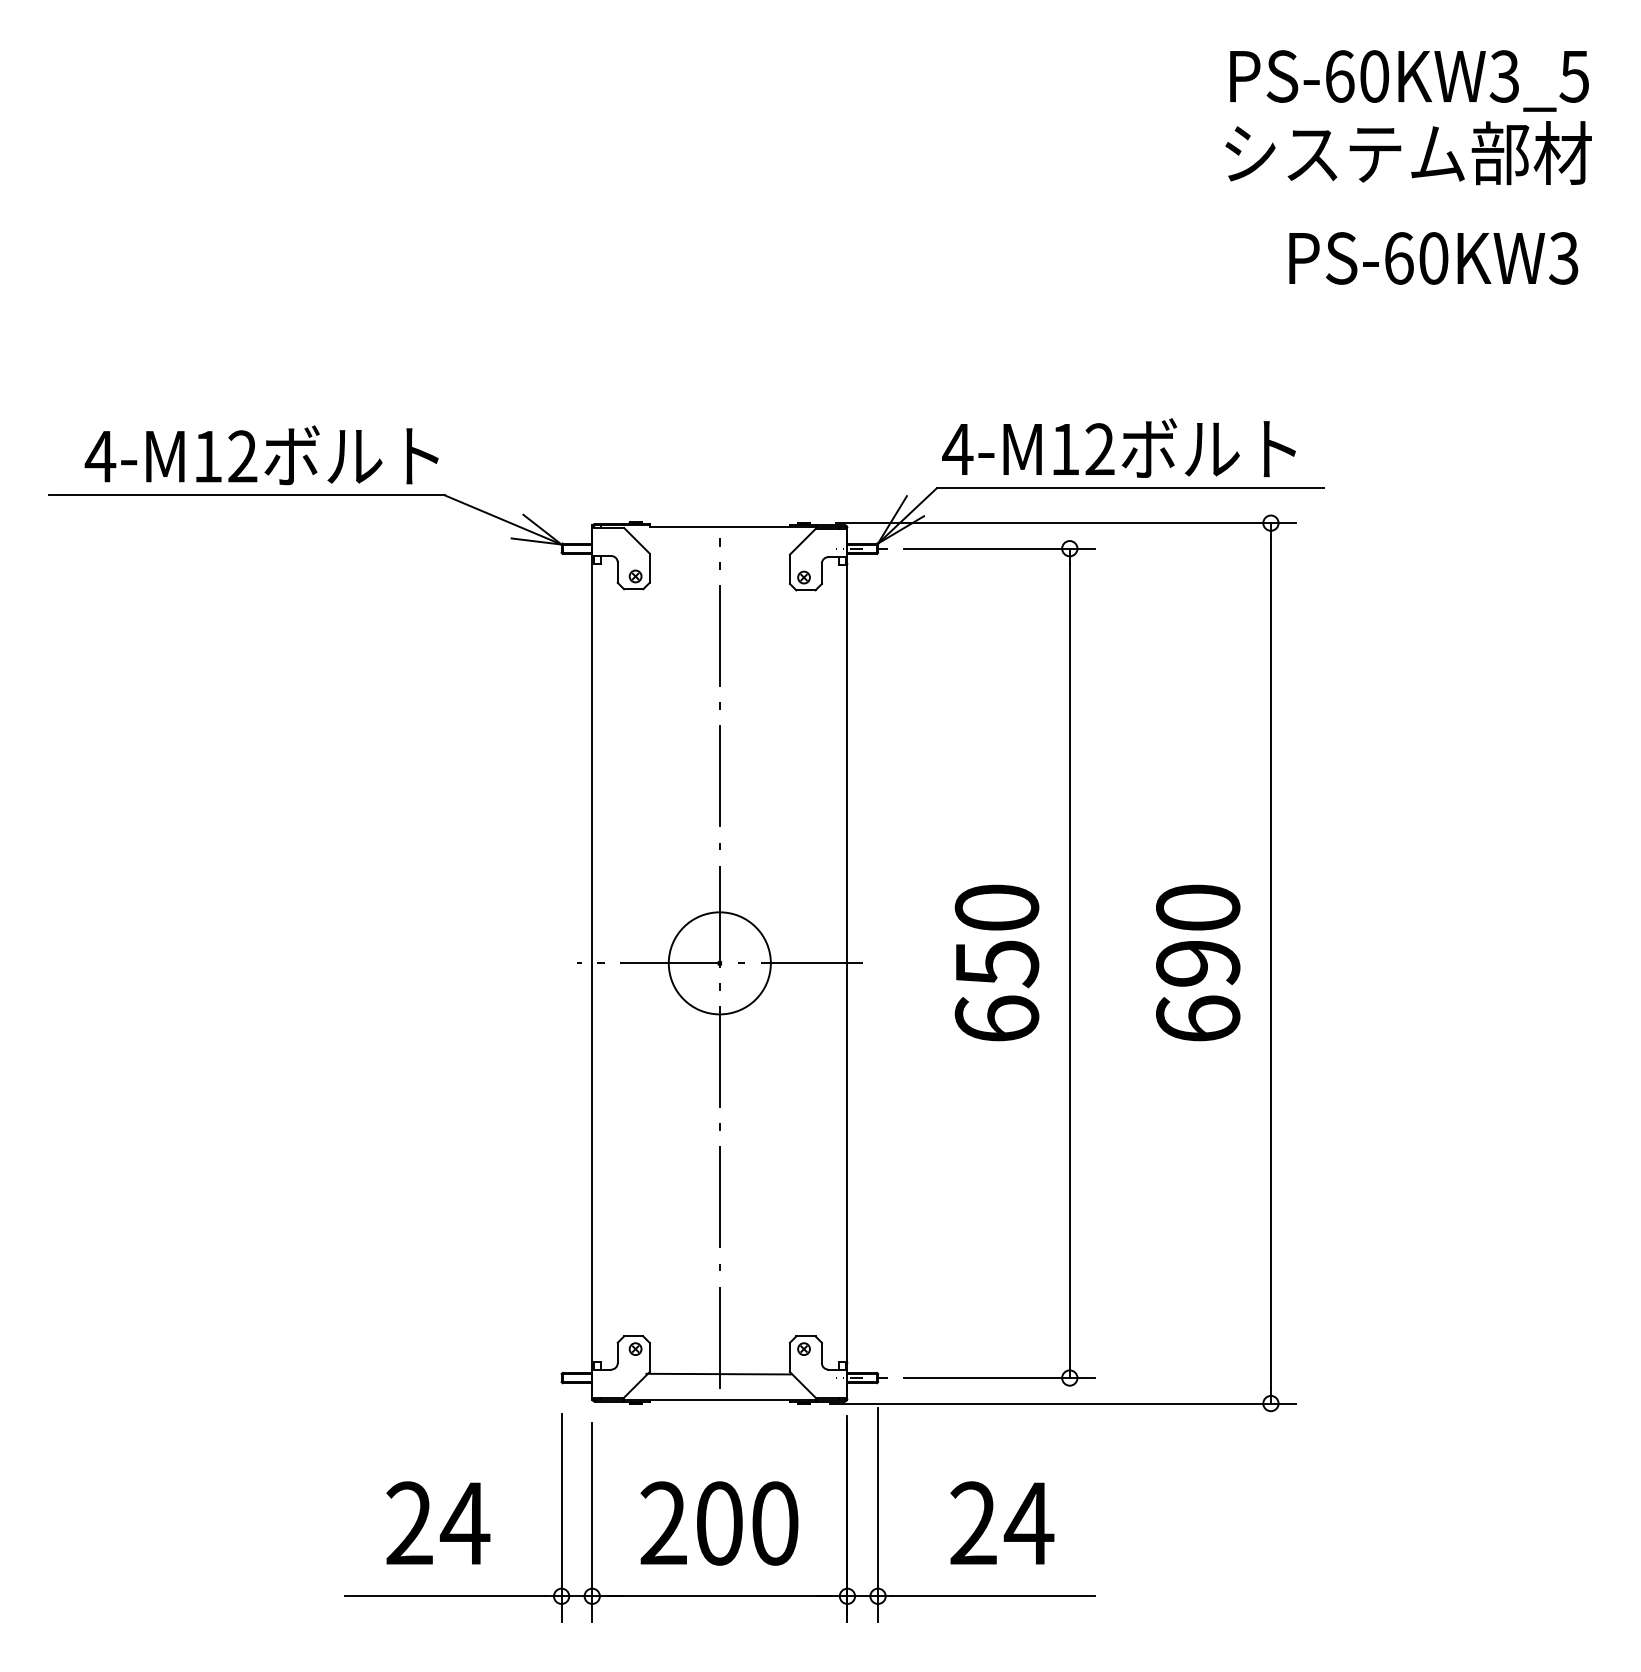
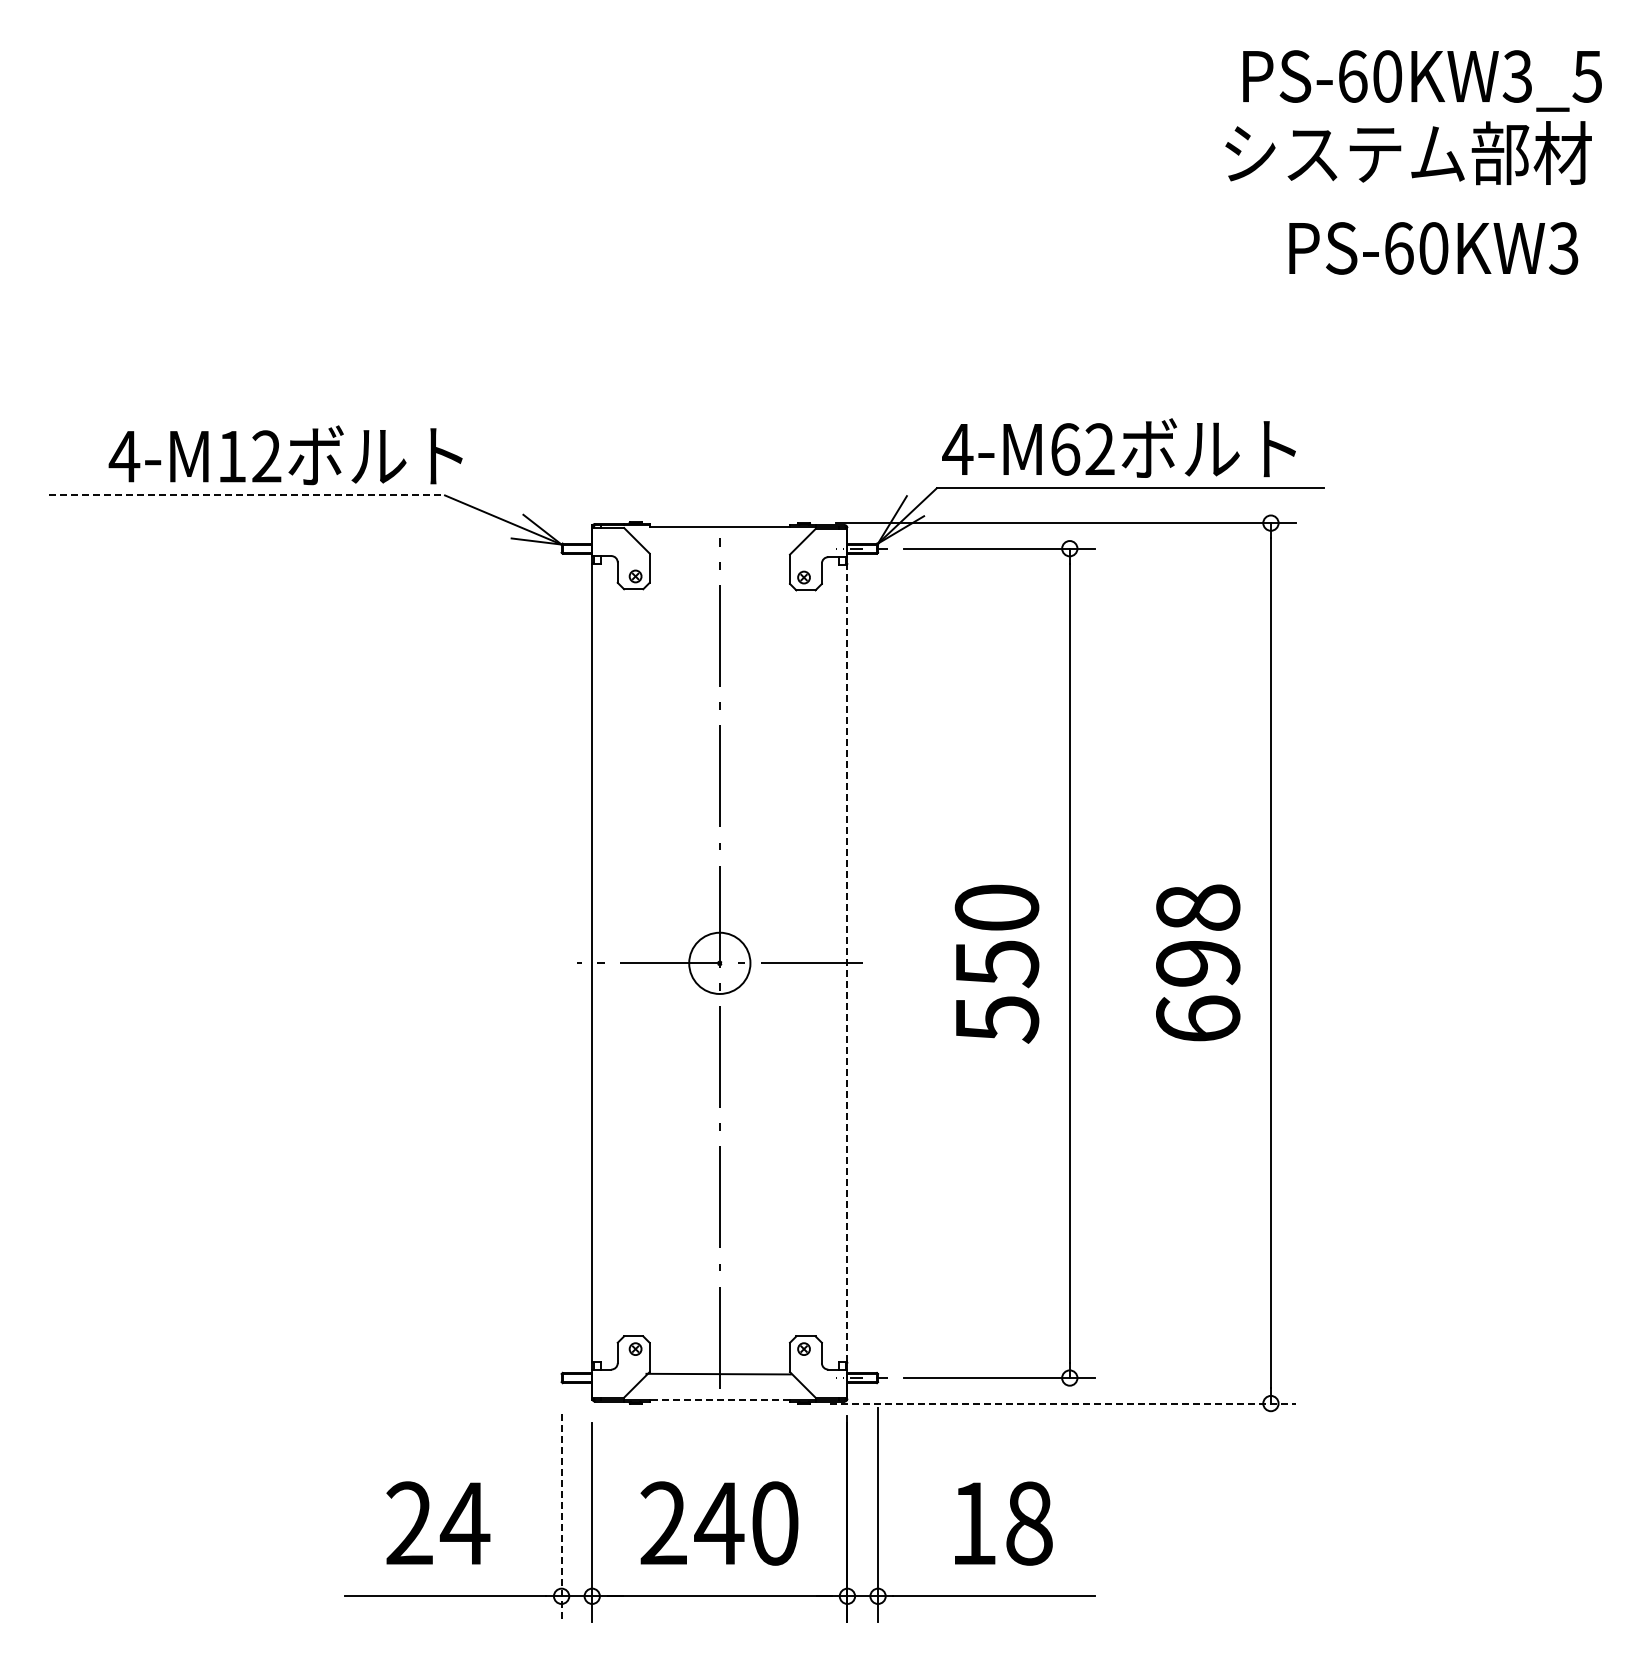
text at (1409, 80) position: (1409, 80) -> (1422, 80)
text at (1433, 258) position: (1433, 258) -> (1433, 248)
text at (1065, 449): 4-M12 -> 4-M62
text at (261, 455) position: (261, 455) -> (285, 455)
line at (247, 495): solid -> dashed
text at (1198, 907): 690 -> 698
circle at (719, 963) diameter: 102 px -> 61 px
line at (847, 963): solid -> dashed
text at (996, 1019): 650 -> 550
line at (719, 1400): solid -> dashed
line at (1063, 1403): solid -> dashed
line at (561, 1517): solid -> dashed
text at (719, 1523): 200 -> 240
text at (1002, 1523): 24 -> 18
